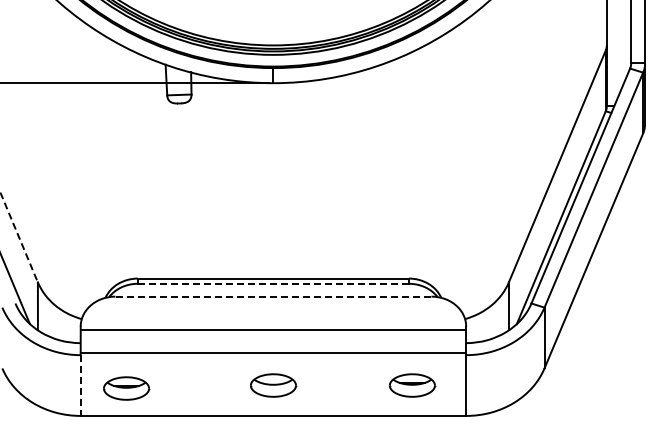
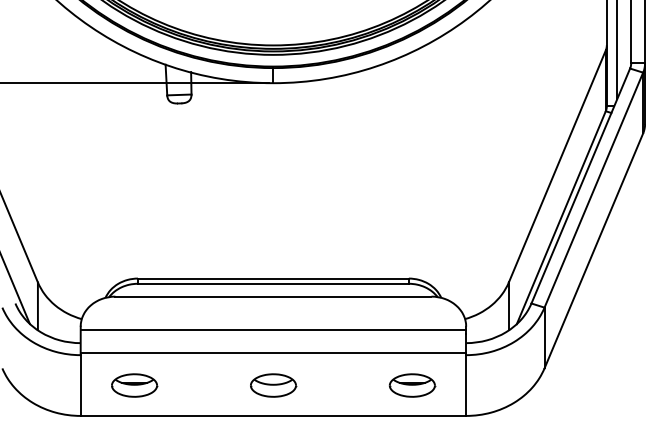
line at (617, 50): none -> present
line at (19, 237): dashed -> solid
line at (273, 283): dashed -> solid
line at (272, 296): dashed -> solid
line at (80, 386): dashed -> solid
part at (126, 388) position: (126, 388) -> (134, 385)
